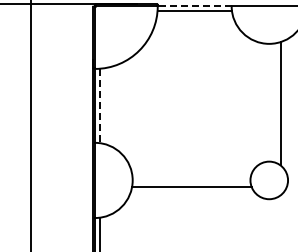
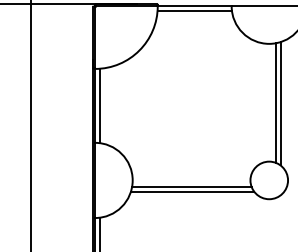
line at (194, 6): dashed -> solid
line at (275, 102): none -> present
line at (100, 106): dashed -> solid
line at (192, 191): none -> present
